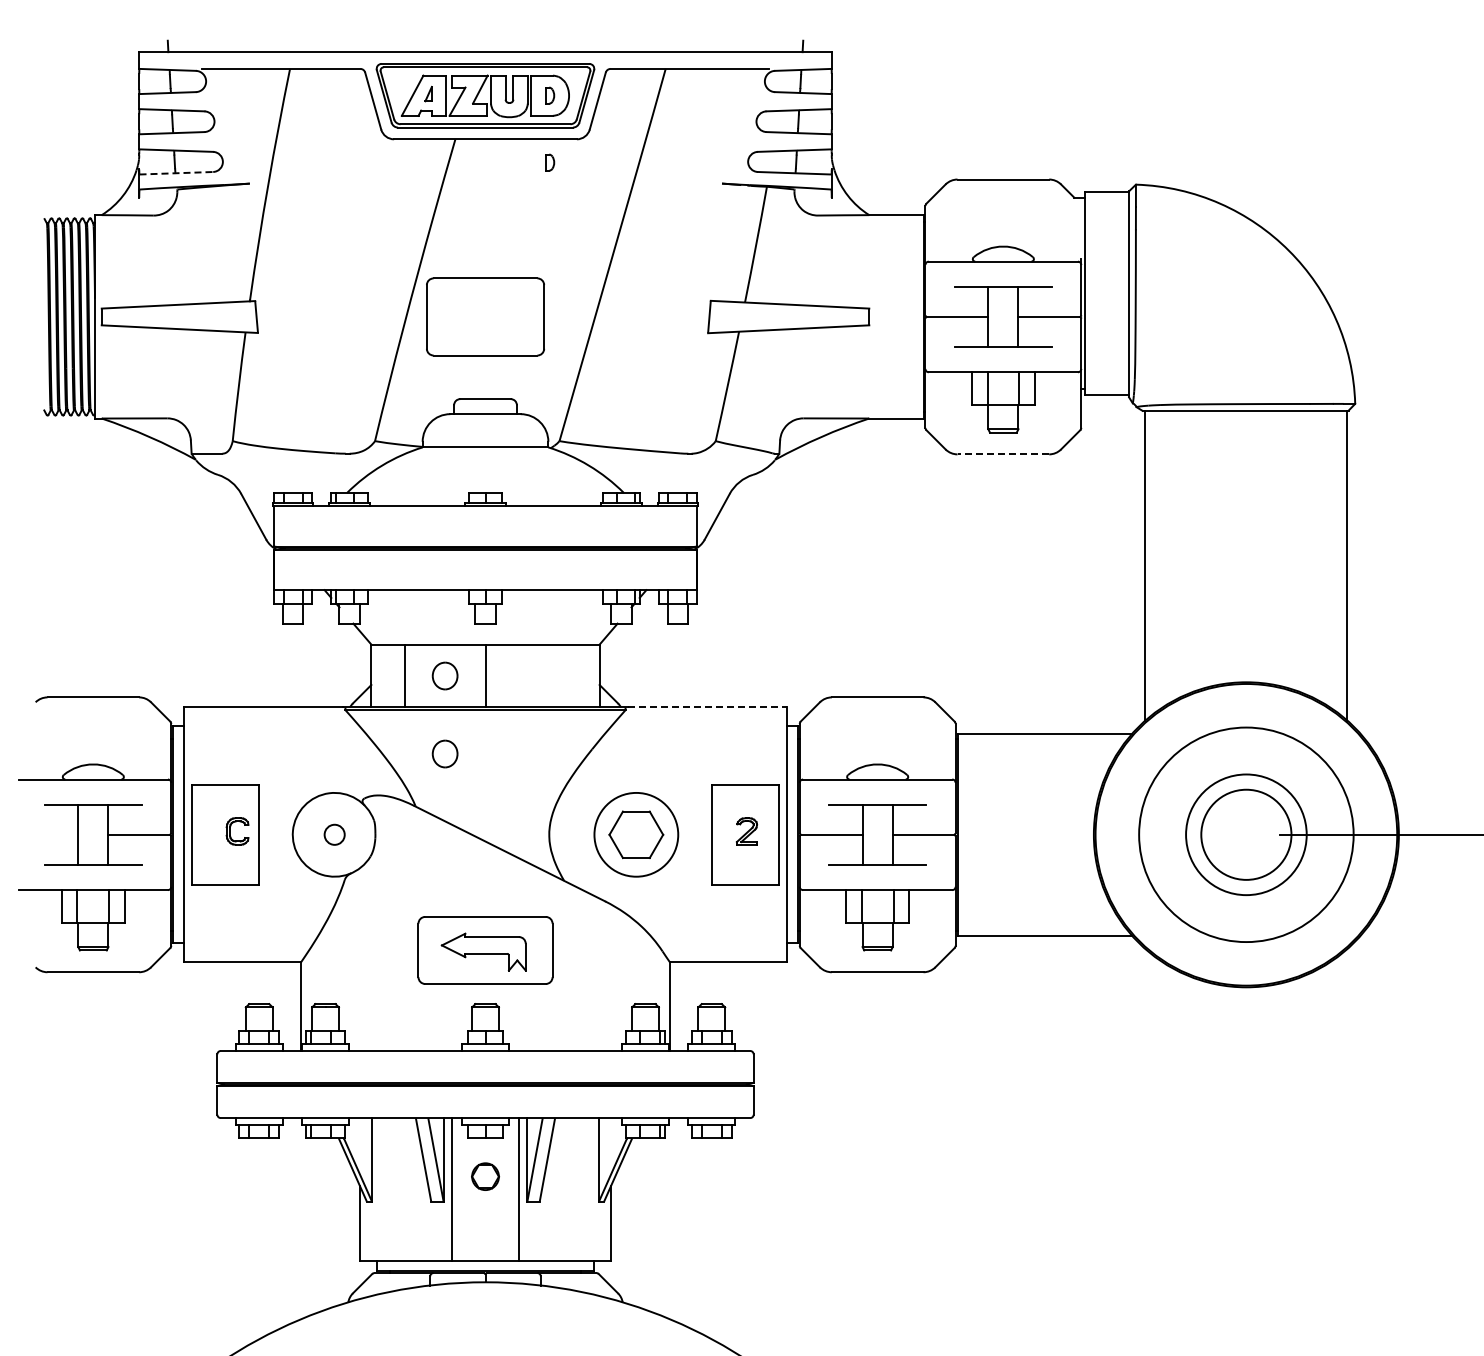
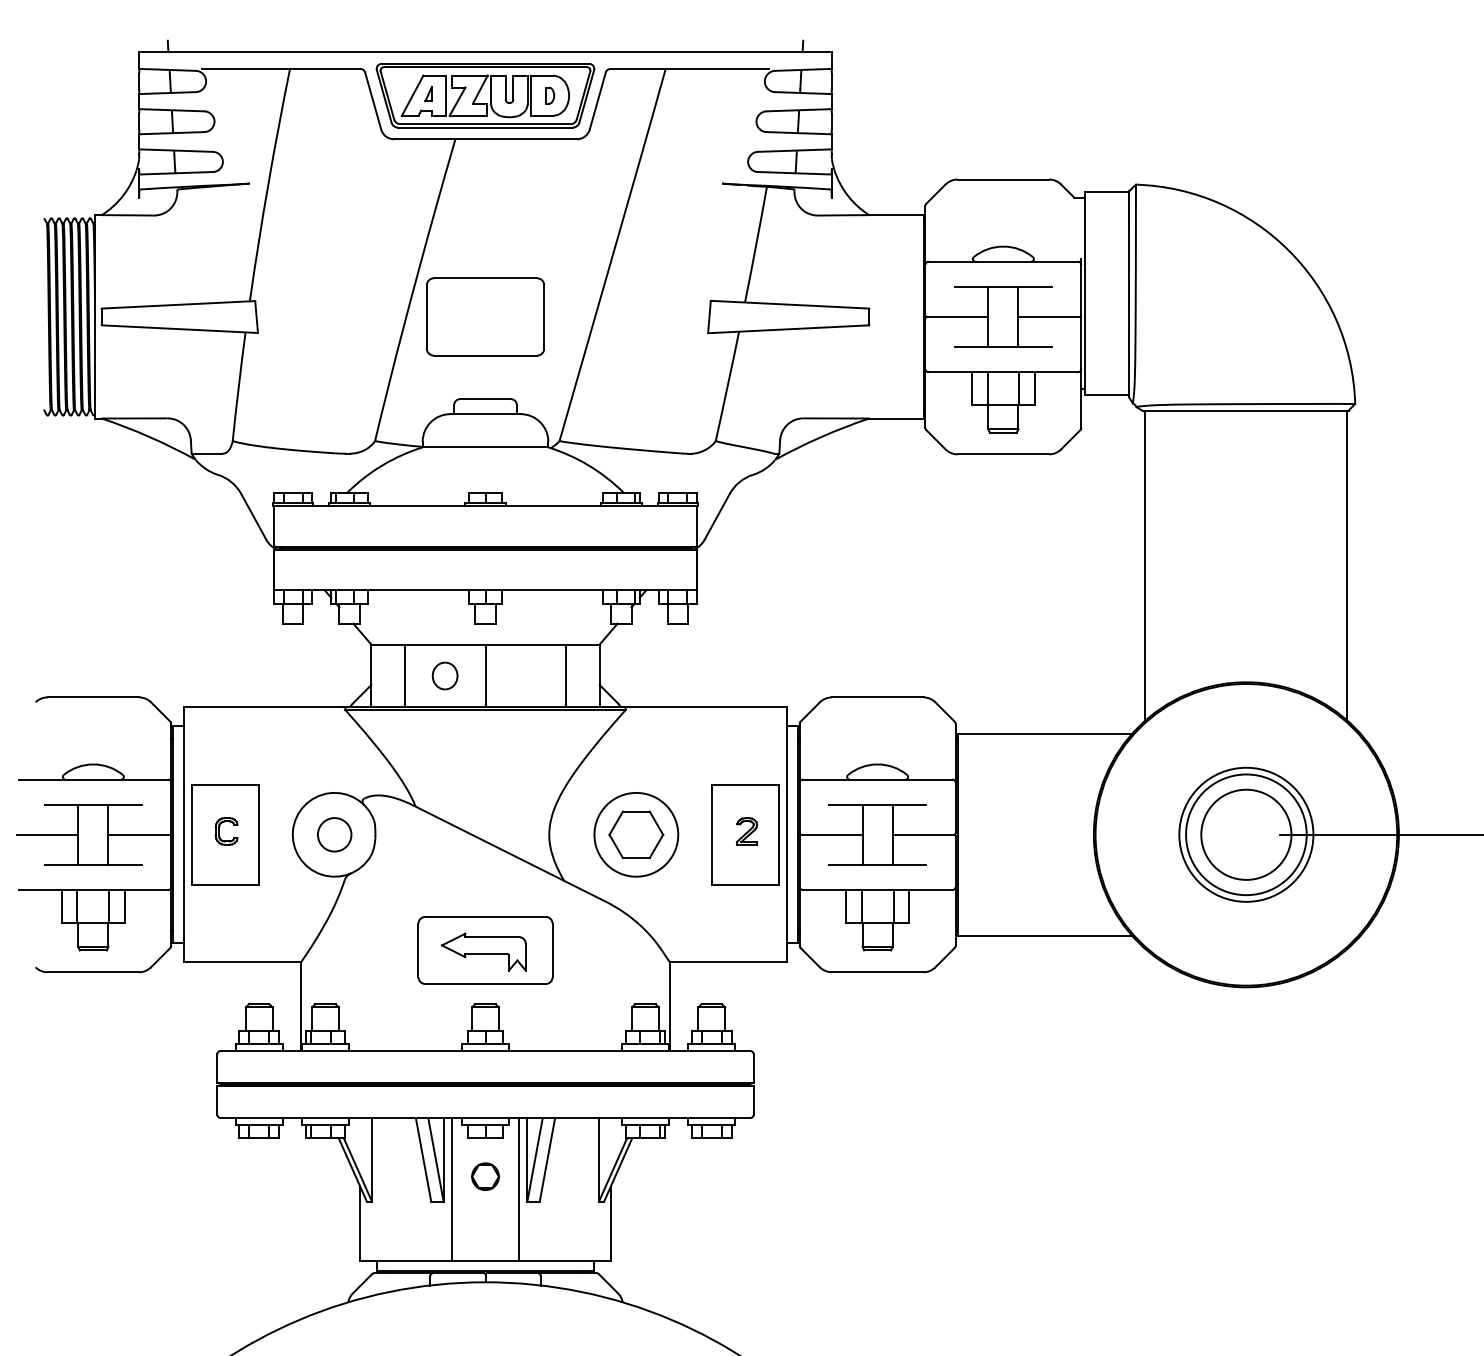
part at (550, 162): present -> none
line at (176, 173): dashed -> solid
line at (1003, 454): dashed -> solid
line at (566, 675): none -> present
line at (707, 707): dashed -> solid
part at (444, 753): present -> none
part at (230, 831) position: (230, 831) -> (219, 831)
line at (47, 834): none -> present
circle at (334, 834) diameter: 20 px -> 34 px
circle at (1246, 834) diameter: 215 px -> 134 px
